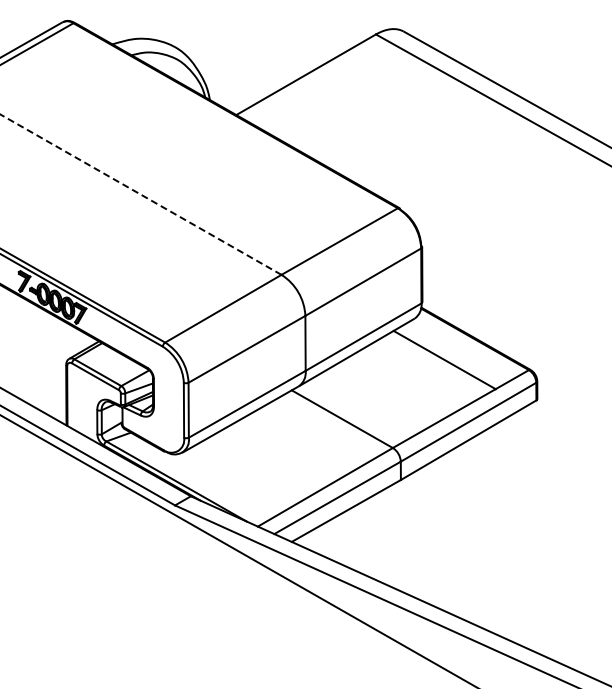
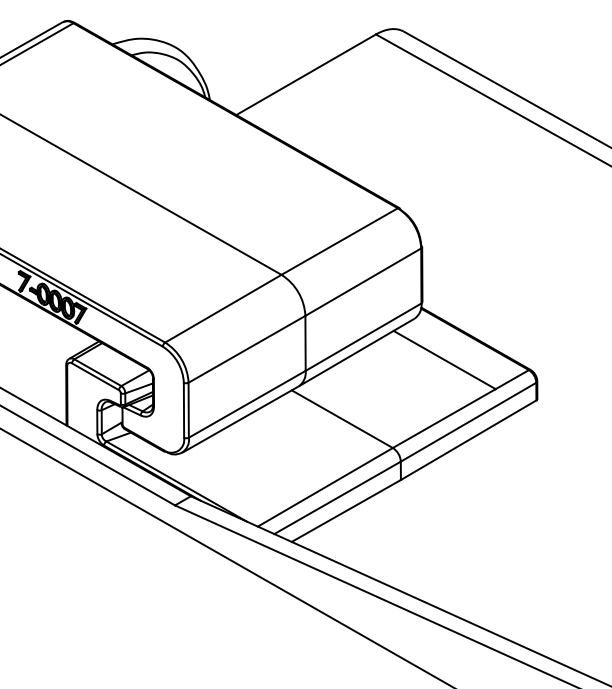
line at (141, 194): dashed -> solid
line at (238, 550) position: (238, 550) -> (226, 557)
